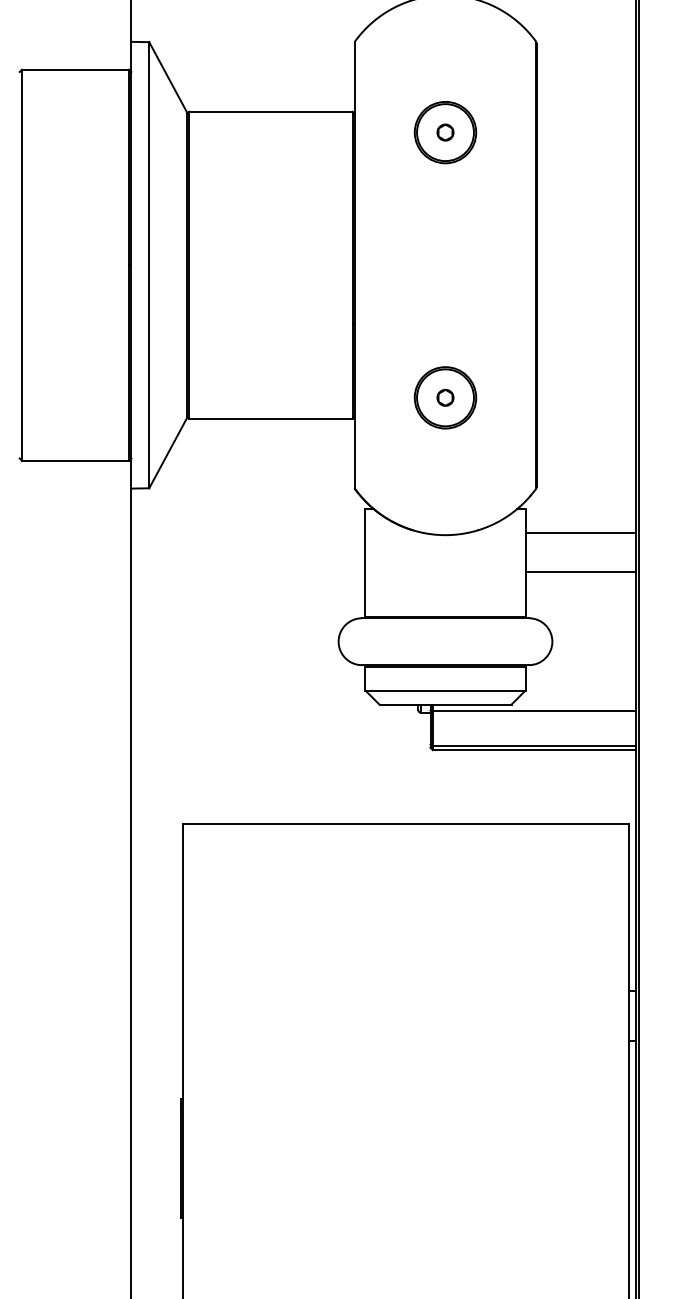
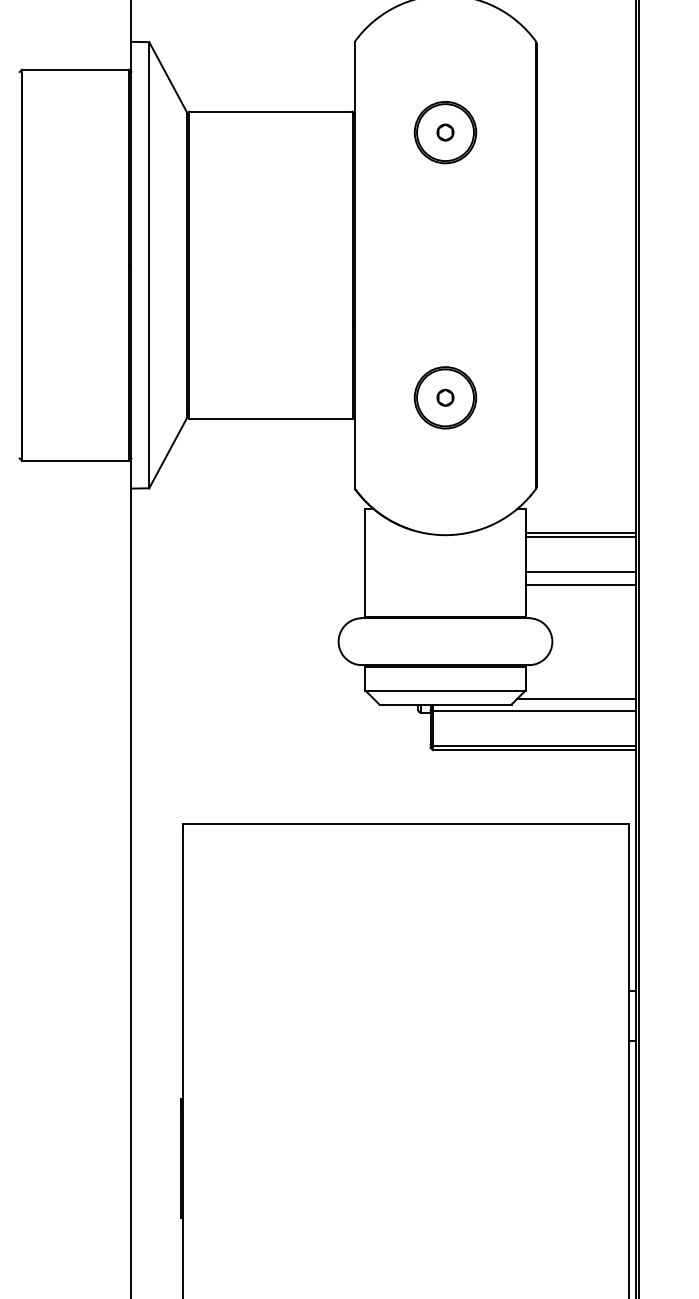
line at (580, 537): none -> present
line at (580, 584): none -> present
line at (576, 699): none -> present
